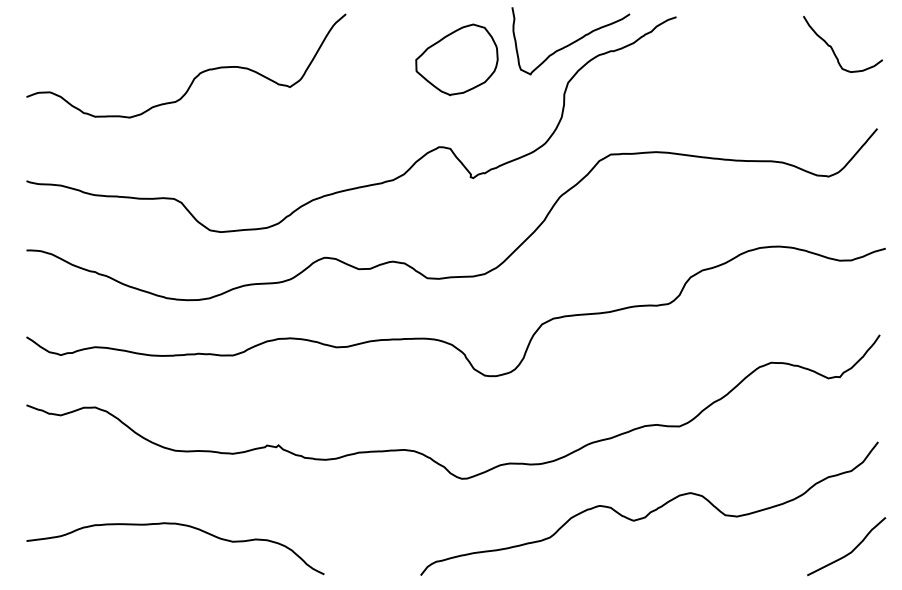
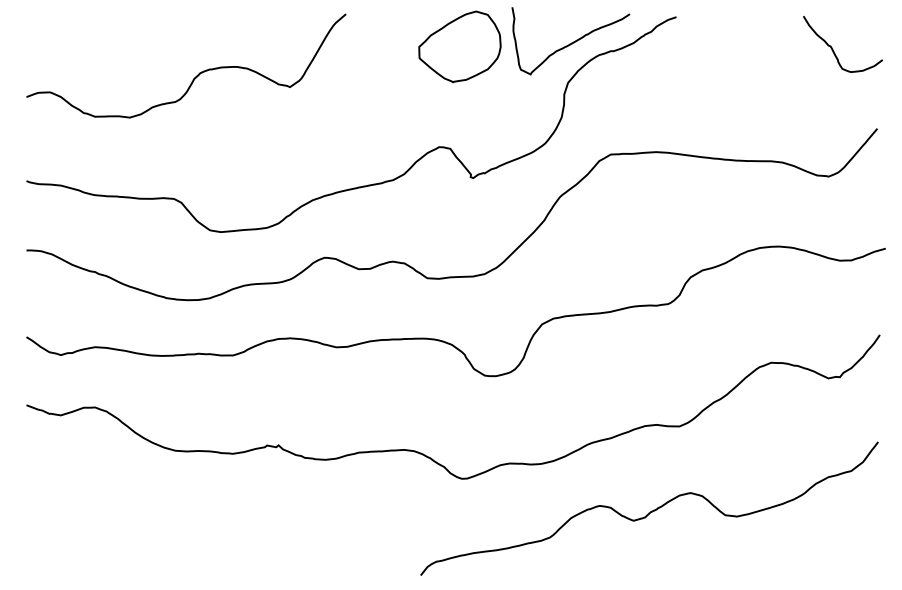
part at (456, 59) position: (456, 59) -> (459, 46)
curve at (178, 525): present -> none
curve at (851, 550): present -> none
